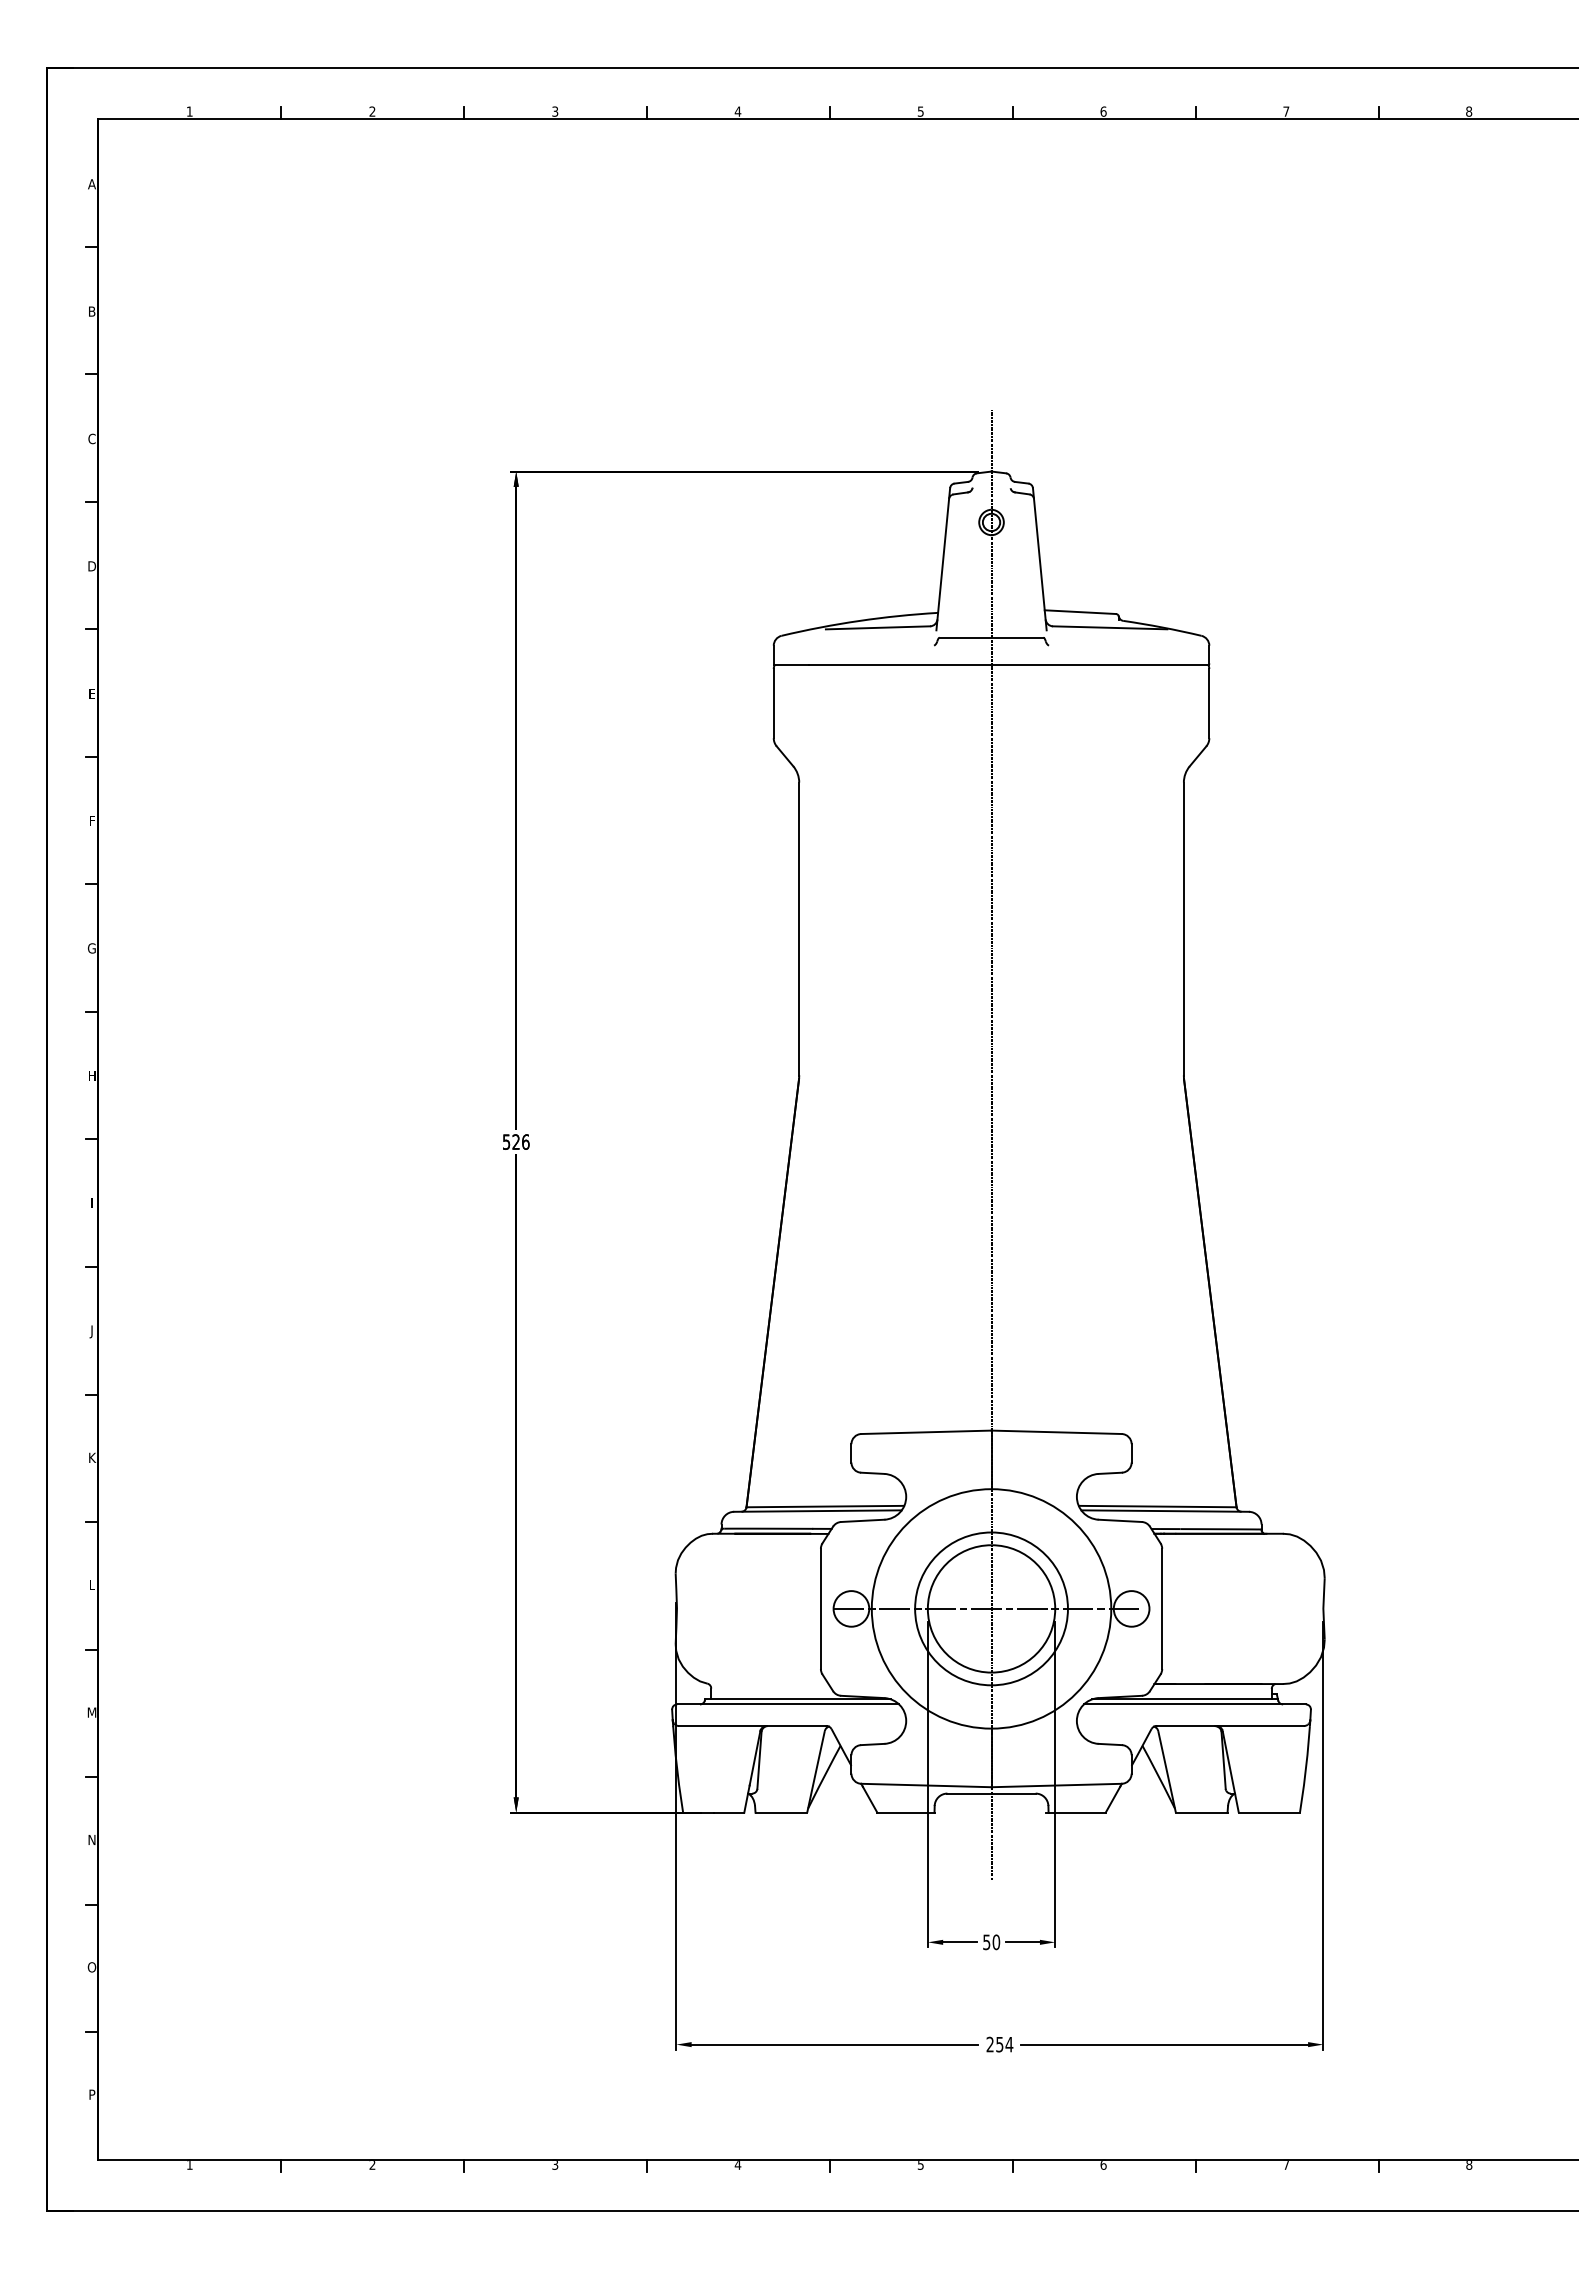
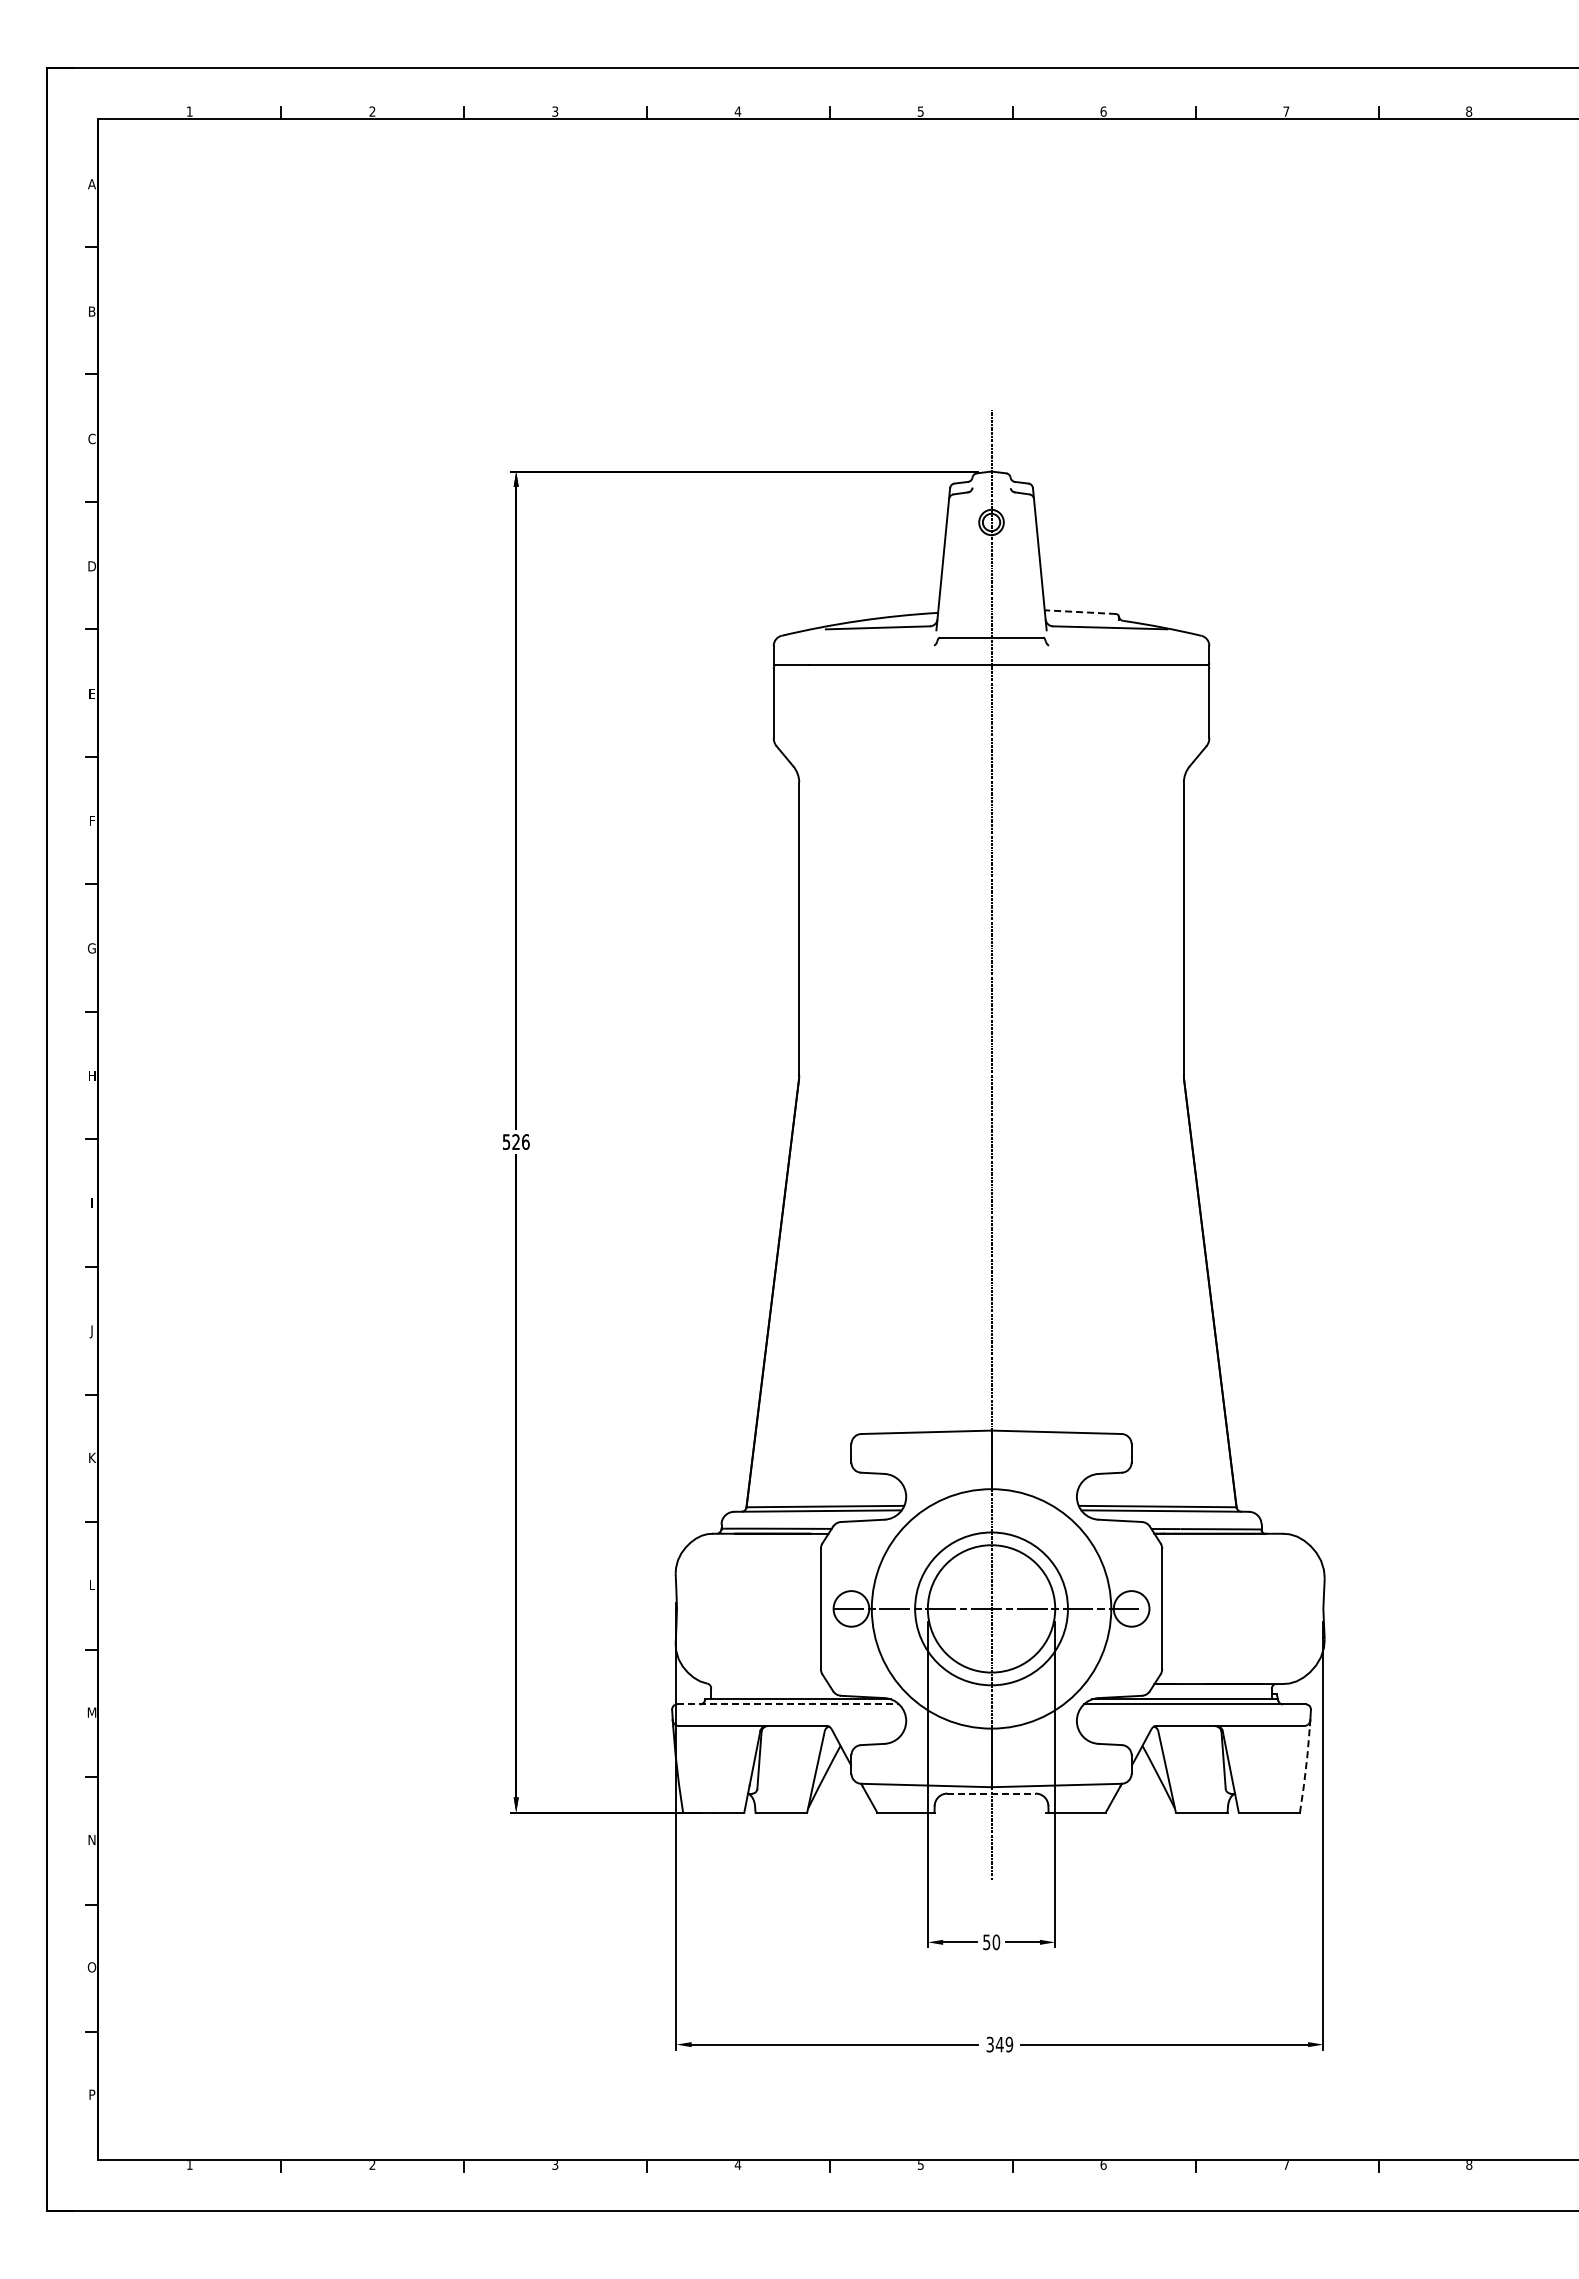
line at (1080, 612): solid -> dashed
line at (788, 1704): solid -> dashed
line at (1305, 1768): solid -> dashed
line at (992, 1793): solid -> dashed
text at (999, 2044): 254 -> 349
